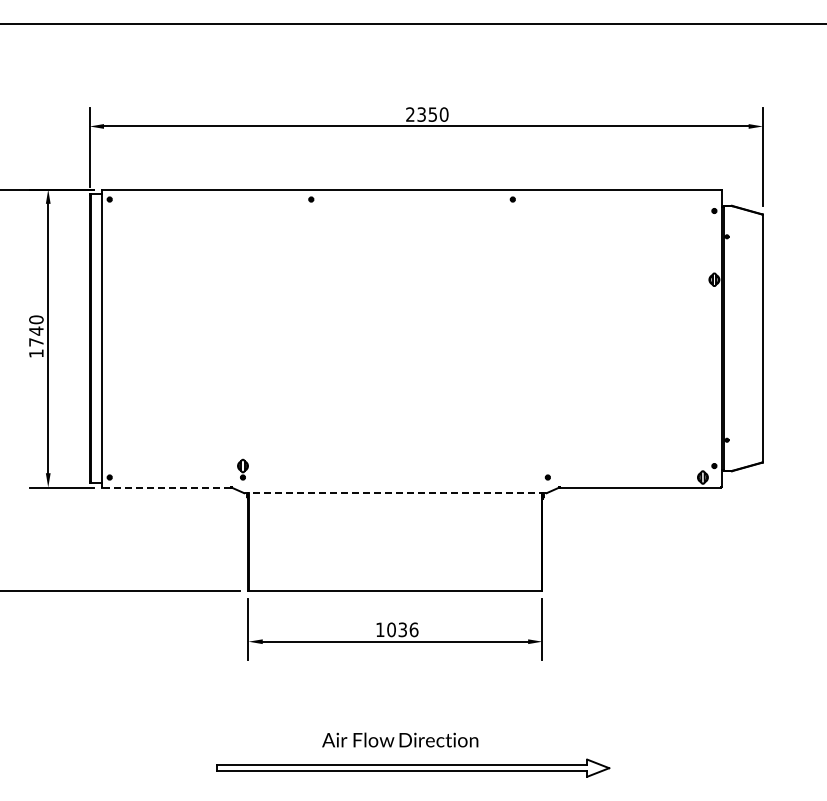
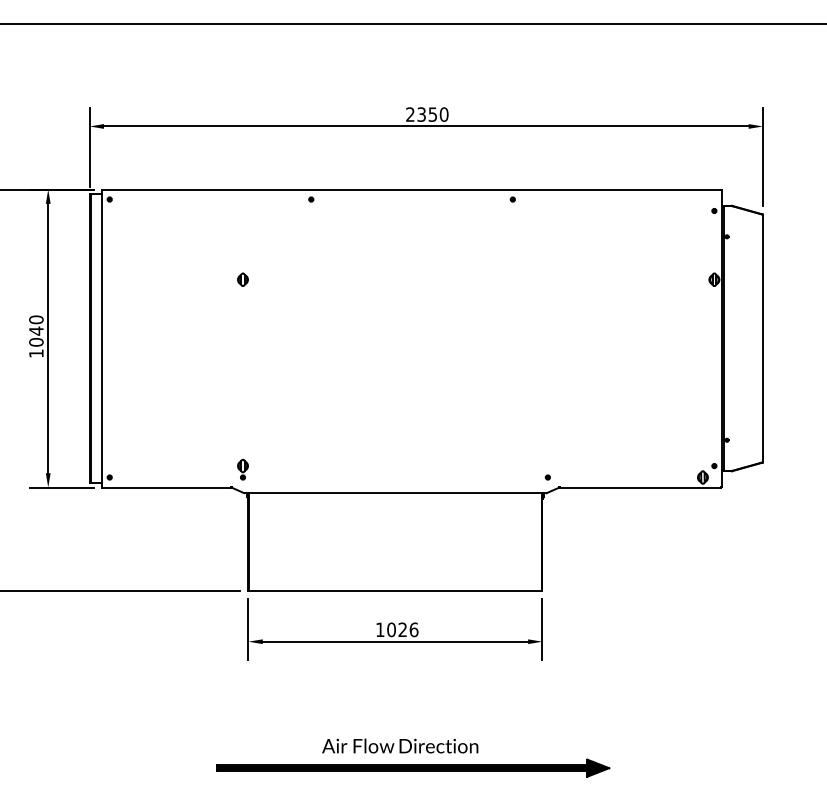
part at (242, 279): none -> present
text at (36, 342): 1740 -> 1040
line at (166, 487): dashed -> solid
line at (394, 493): dashed -> solid
text at (402, 630): 1036 -> 1026
text at (400, 739) position: (400, 739) -> (400, 745)
fill at (412, 767): none -> present
